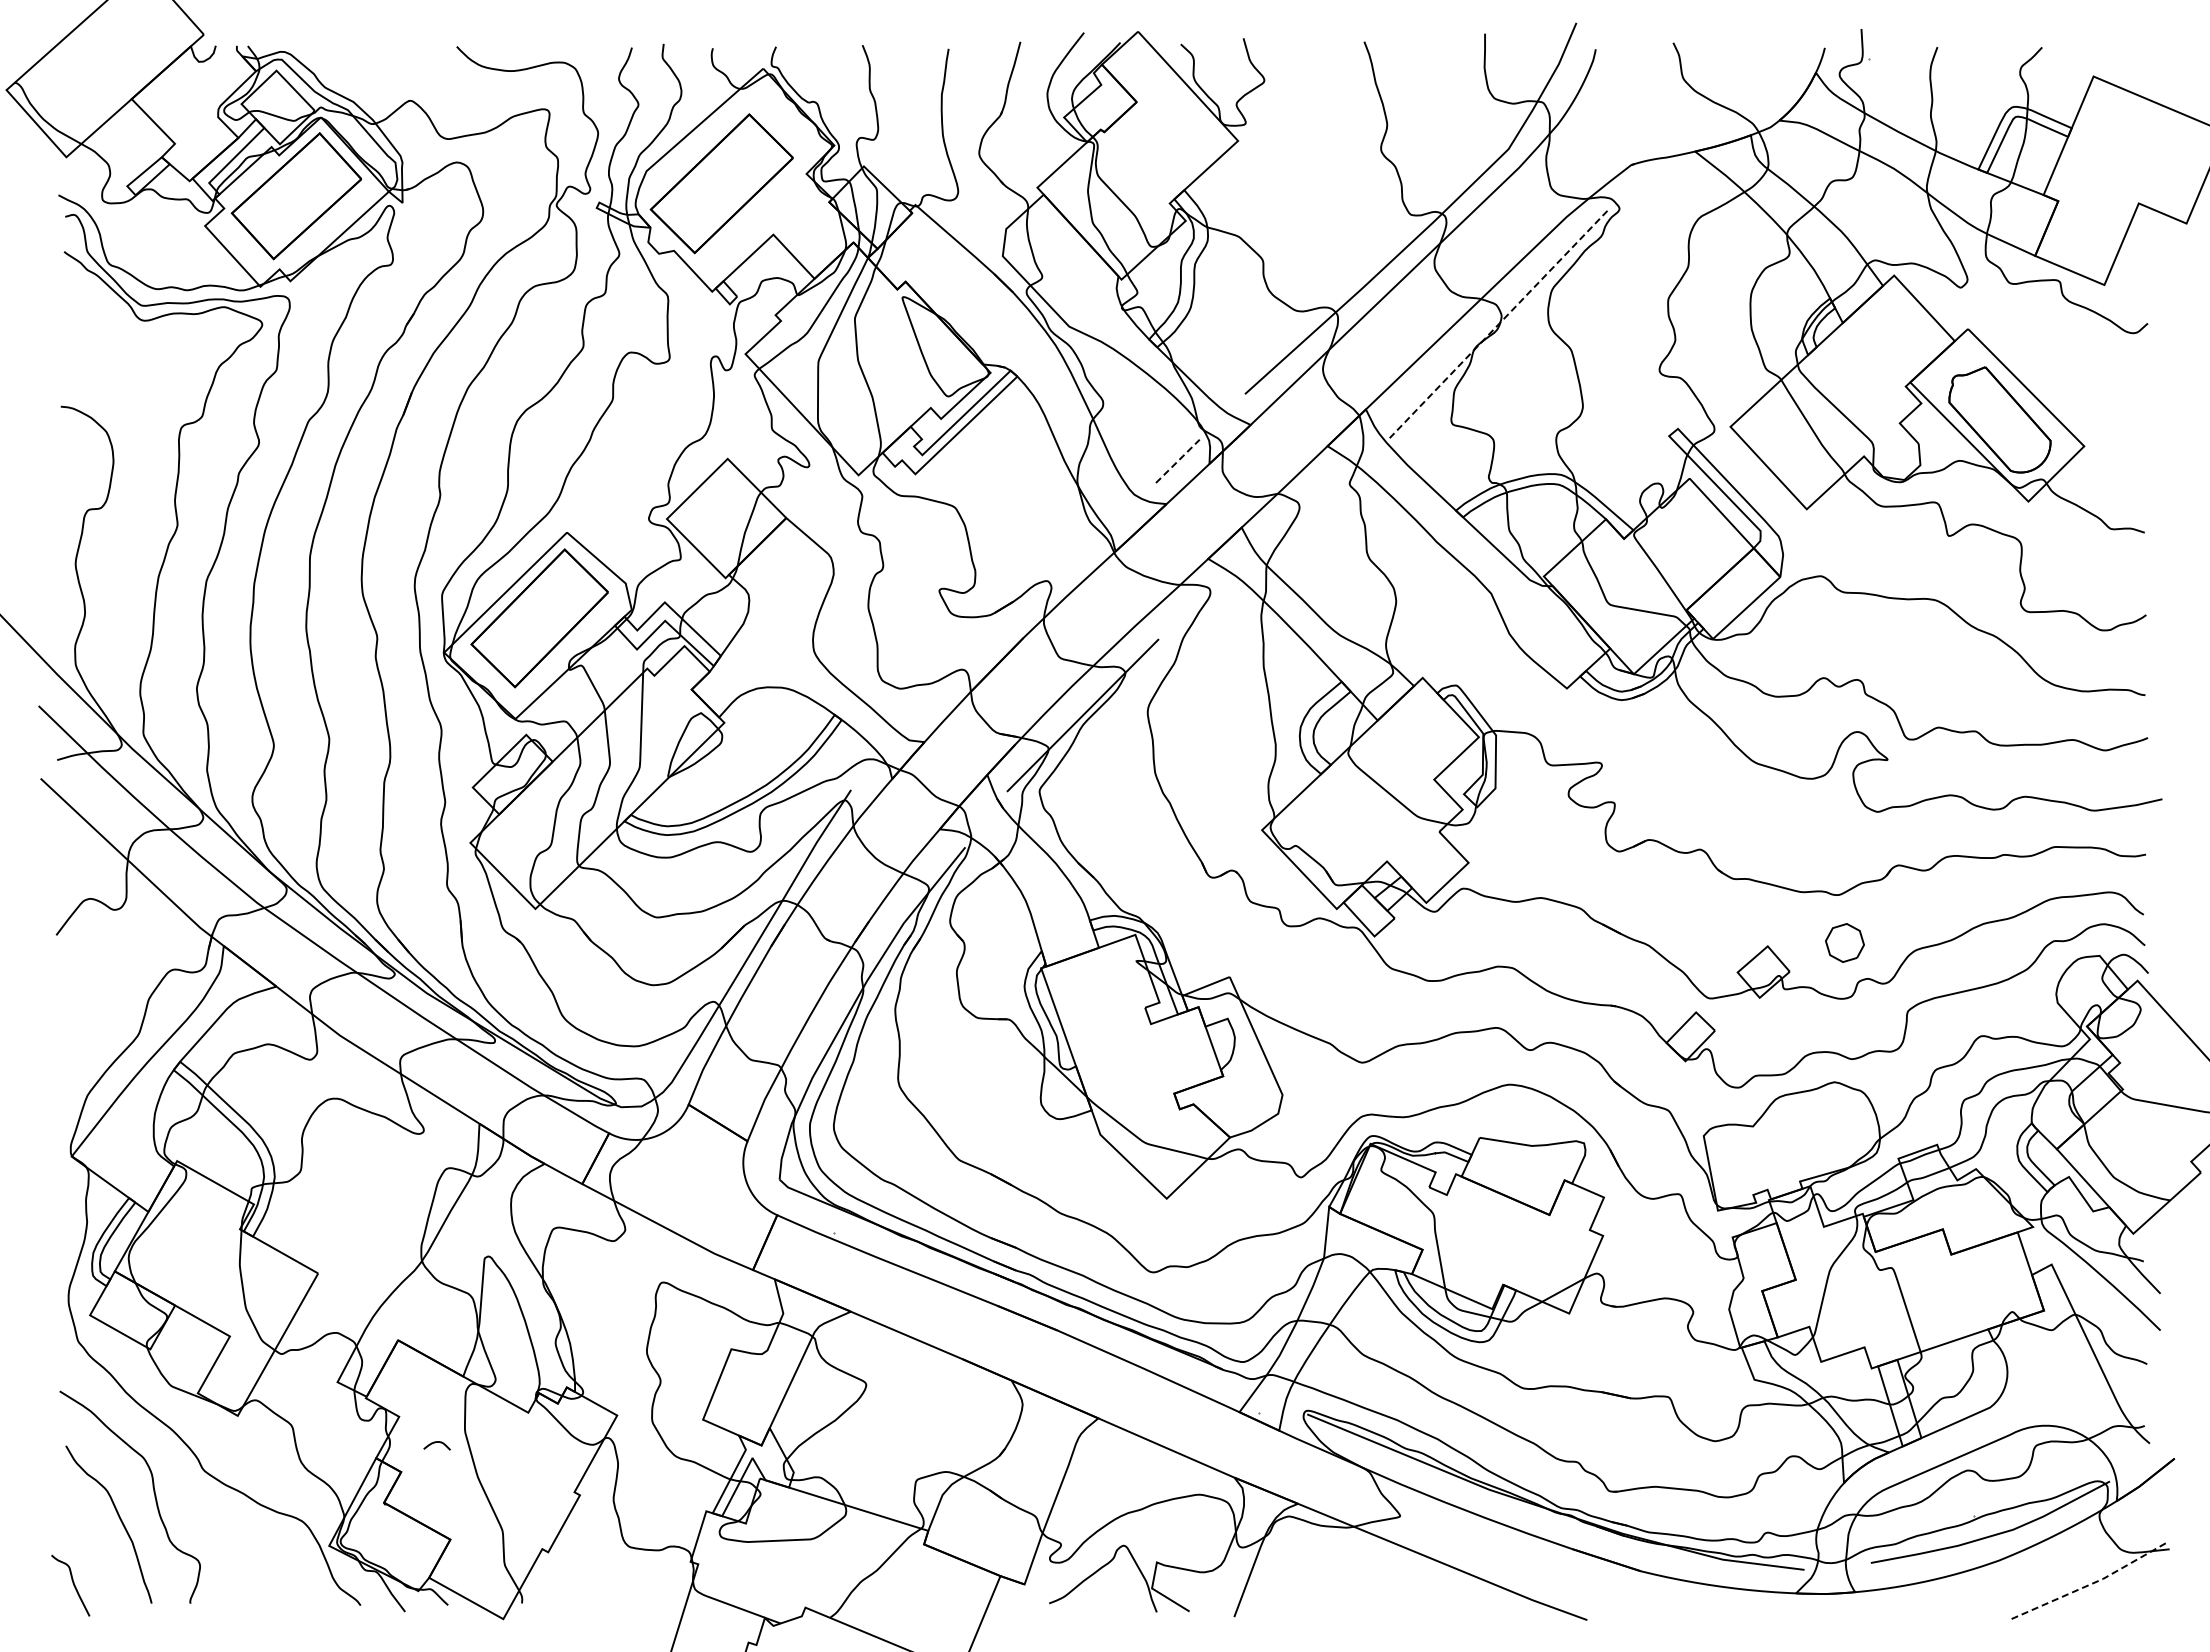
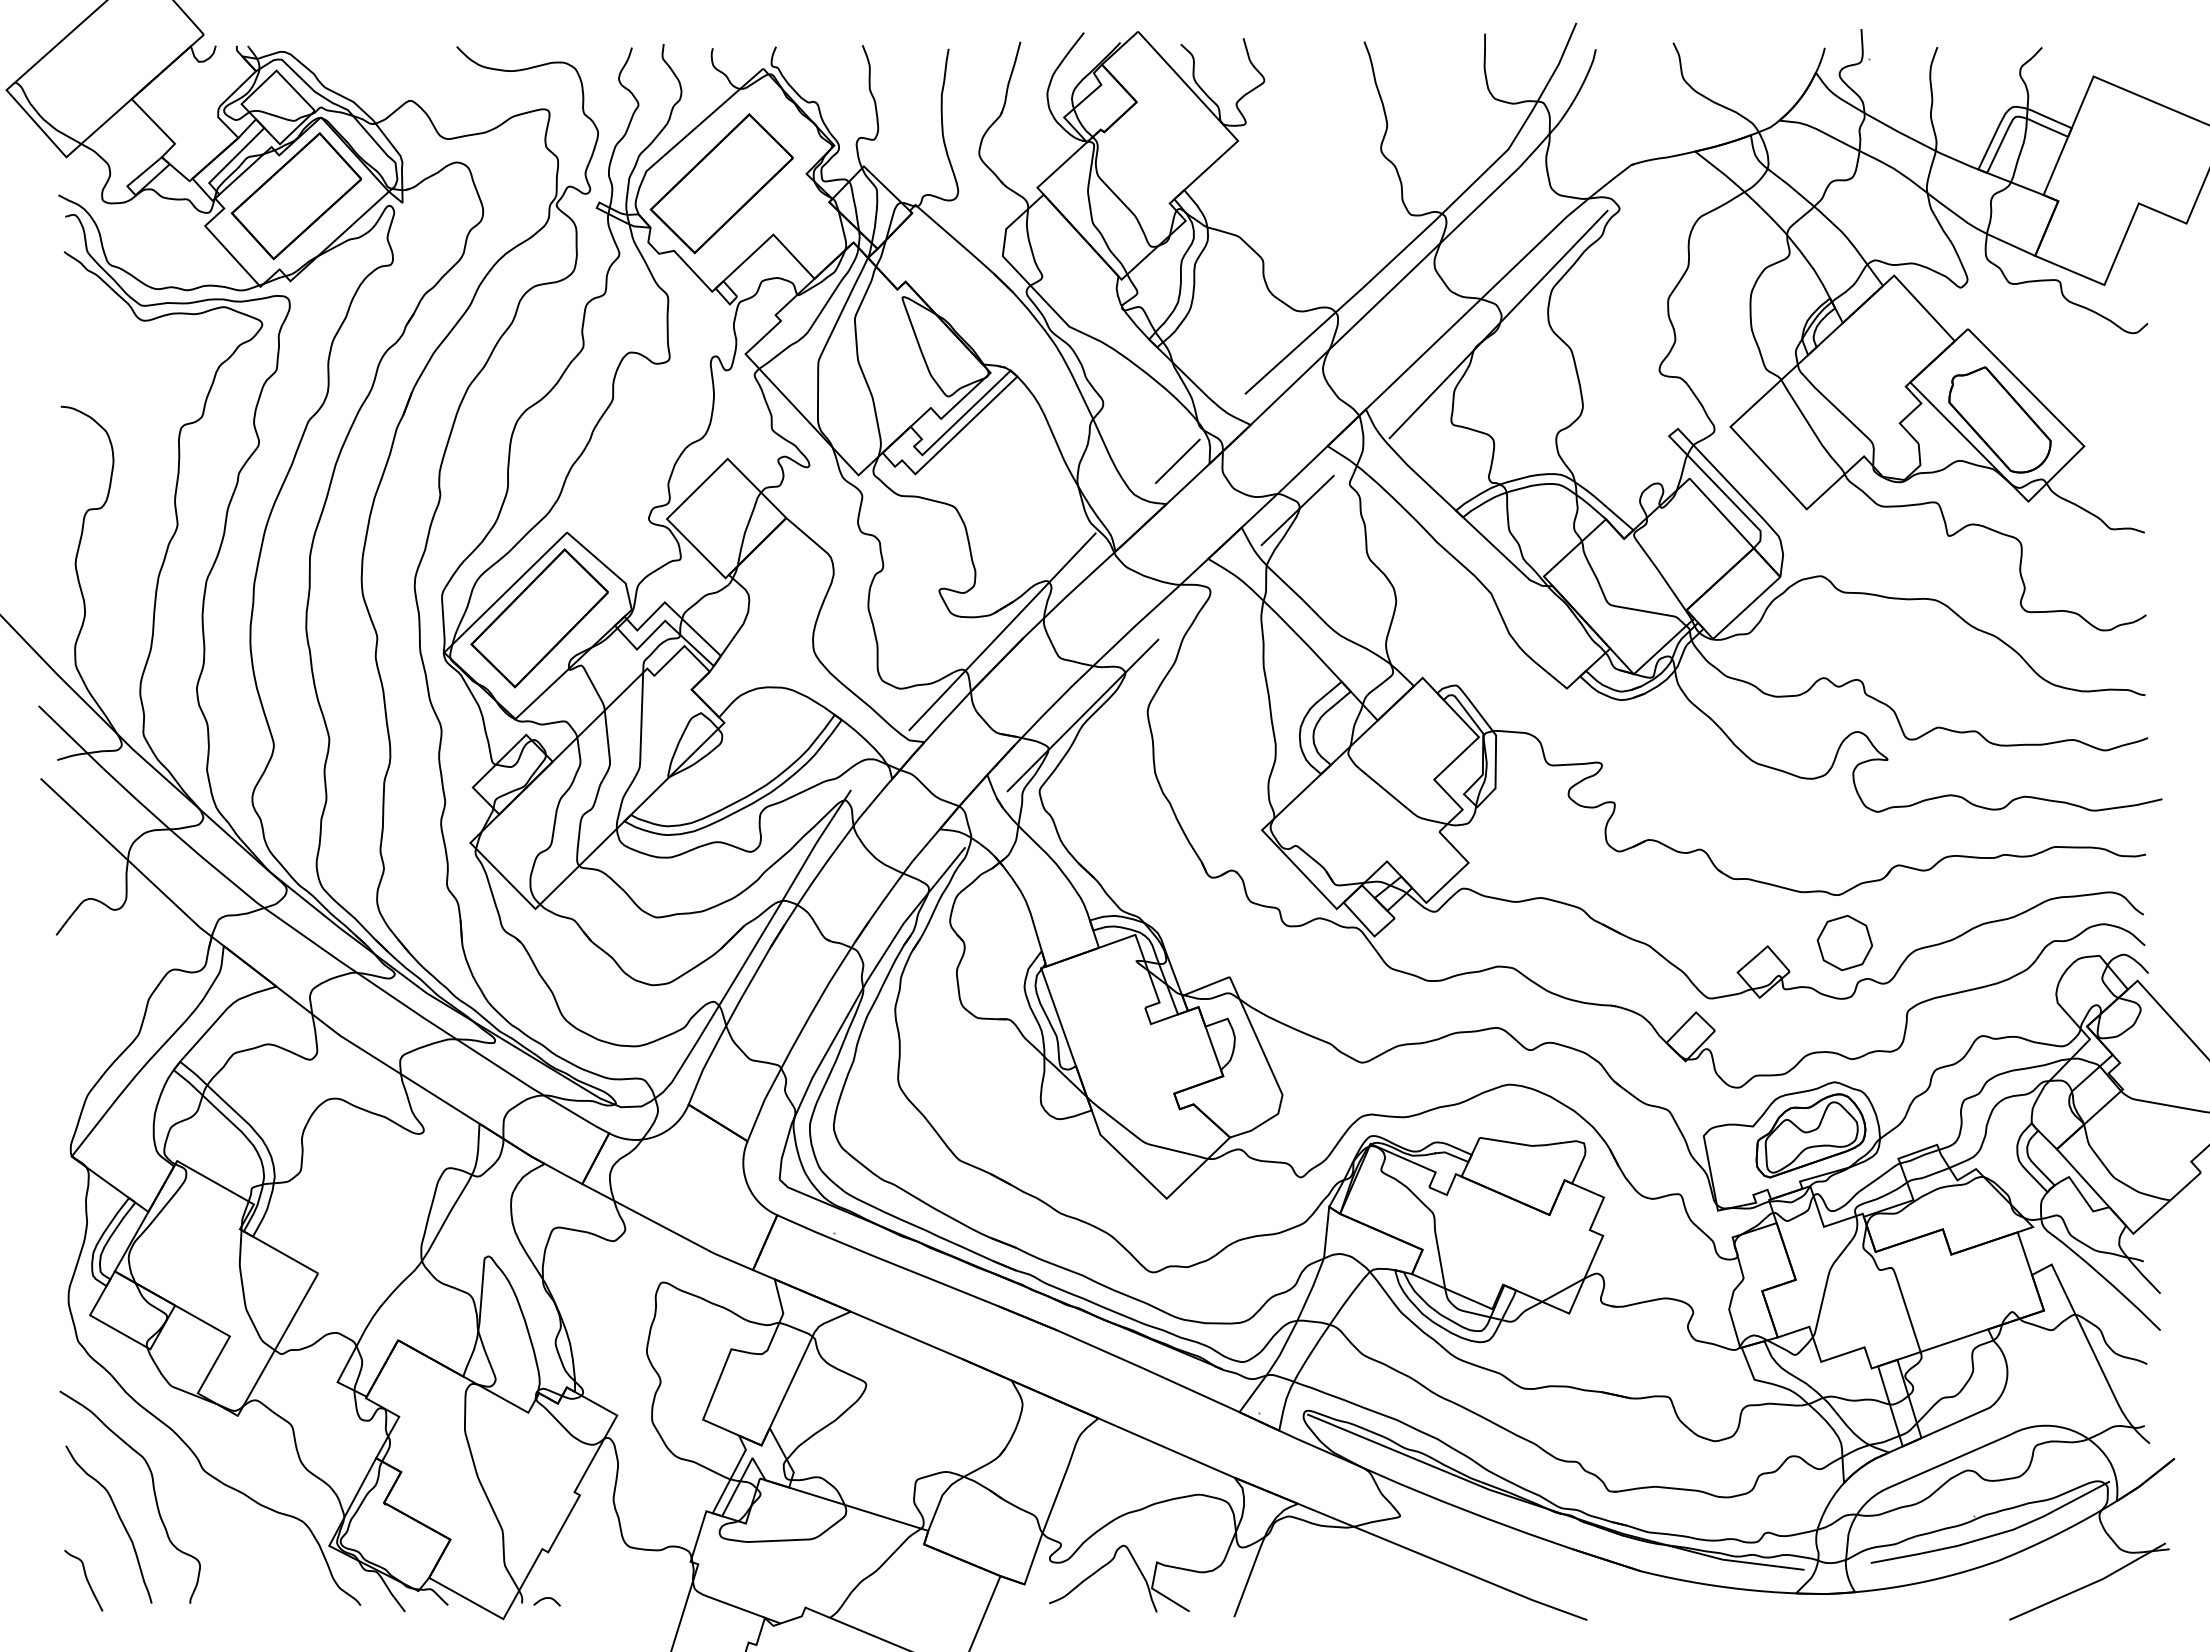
line at (1498, 324): dashed -> solid
line at (1177, 461): dashed -> solid
line at (1297, 510): none -> present
line at (1002, 631): none -> present
part at (1844, 942) size: 40x40 px -> 58x58 px
part at (1810, 1135): none -> present
curve at (435, 1443) position: (435, 1443) -> (545, 1599)
curve at (72, 1583) position: (72, 1583) -> (85, 1578)
line at (2089, 1584): dashed -> solid
